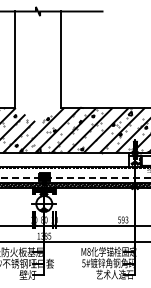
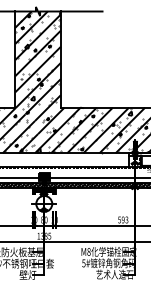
hatch at (37, 65): none -> present
line at (75, 178): dashed -> solid
